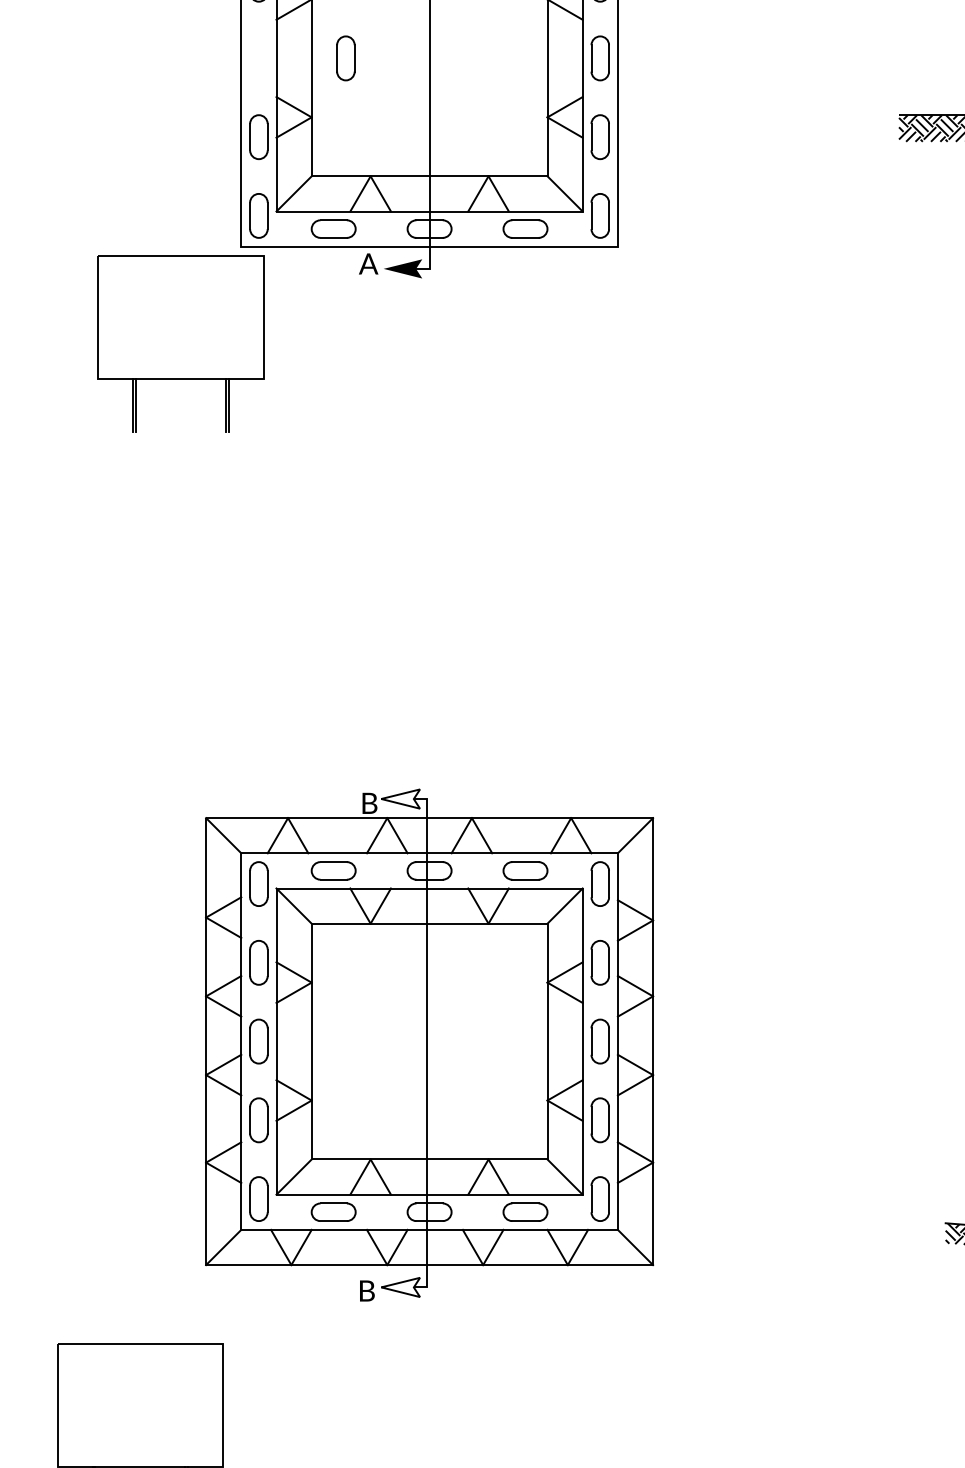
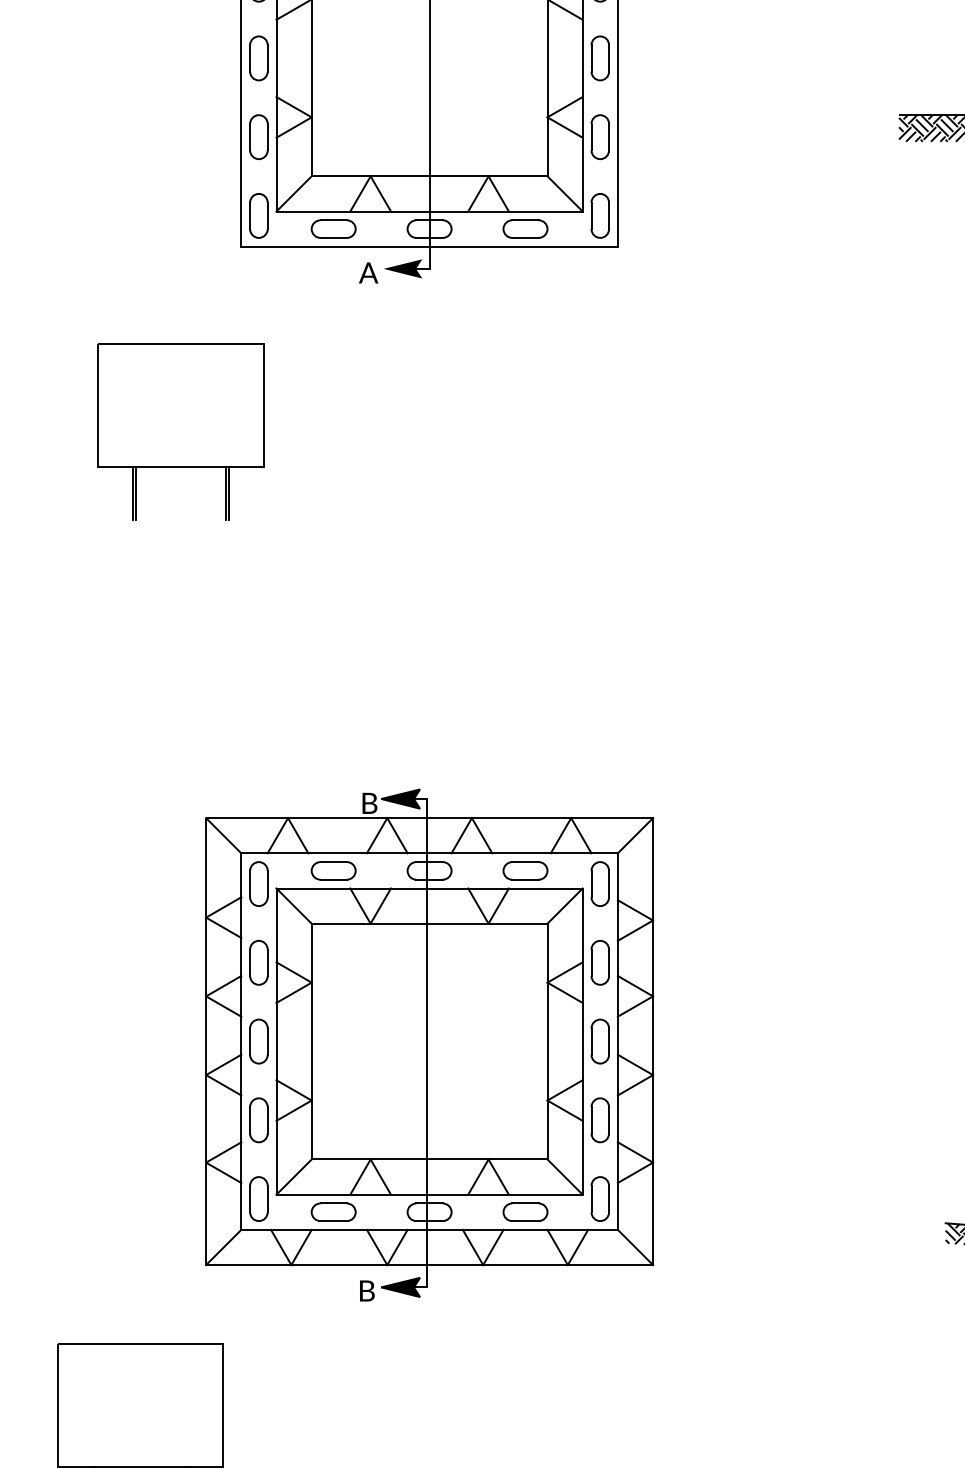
part at (345, 58) position: (345, 58) -> (258, 58)
text at (368, 263) position: (368, 263) -> (368, 272)
part at (180, 343) position: (180, 343) -> (180, 431)
fill at (400, 798): none -> present
fill at (400, 1287): none -> present
